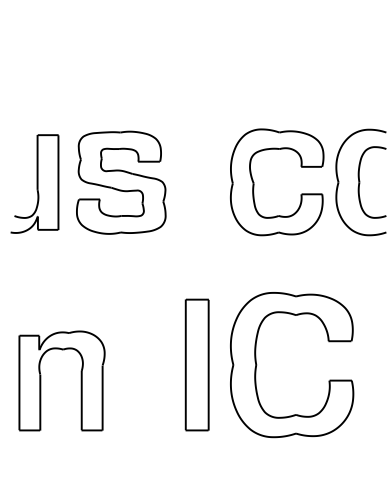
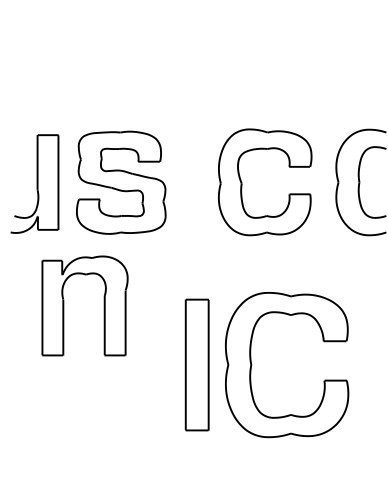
part at (254, 182) position: (254, 182) -> (242, 182)
part at (257, 365) position: (257, 365) -> (252, 365)
part at (80, 380) position: (80, 380) -> (103, 305)
